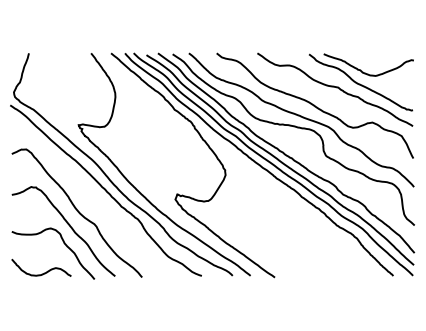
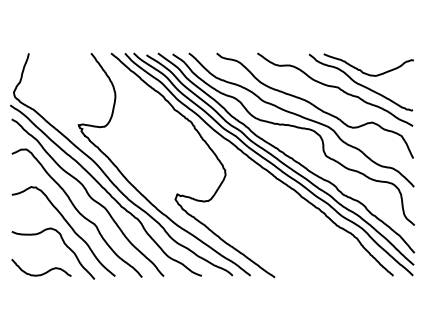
curve at (88, 196): none -> present
